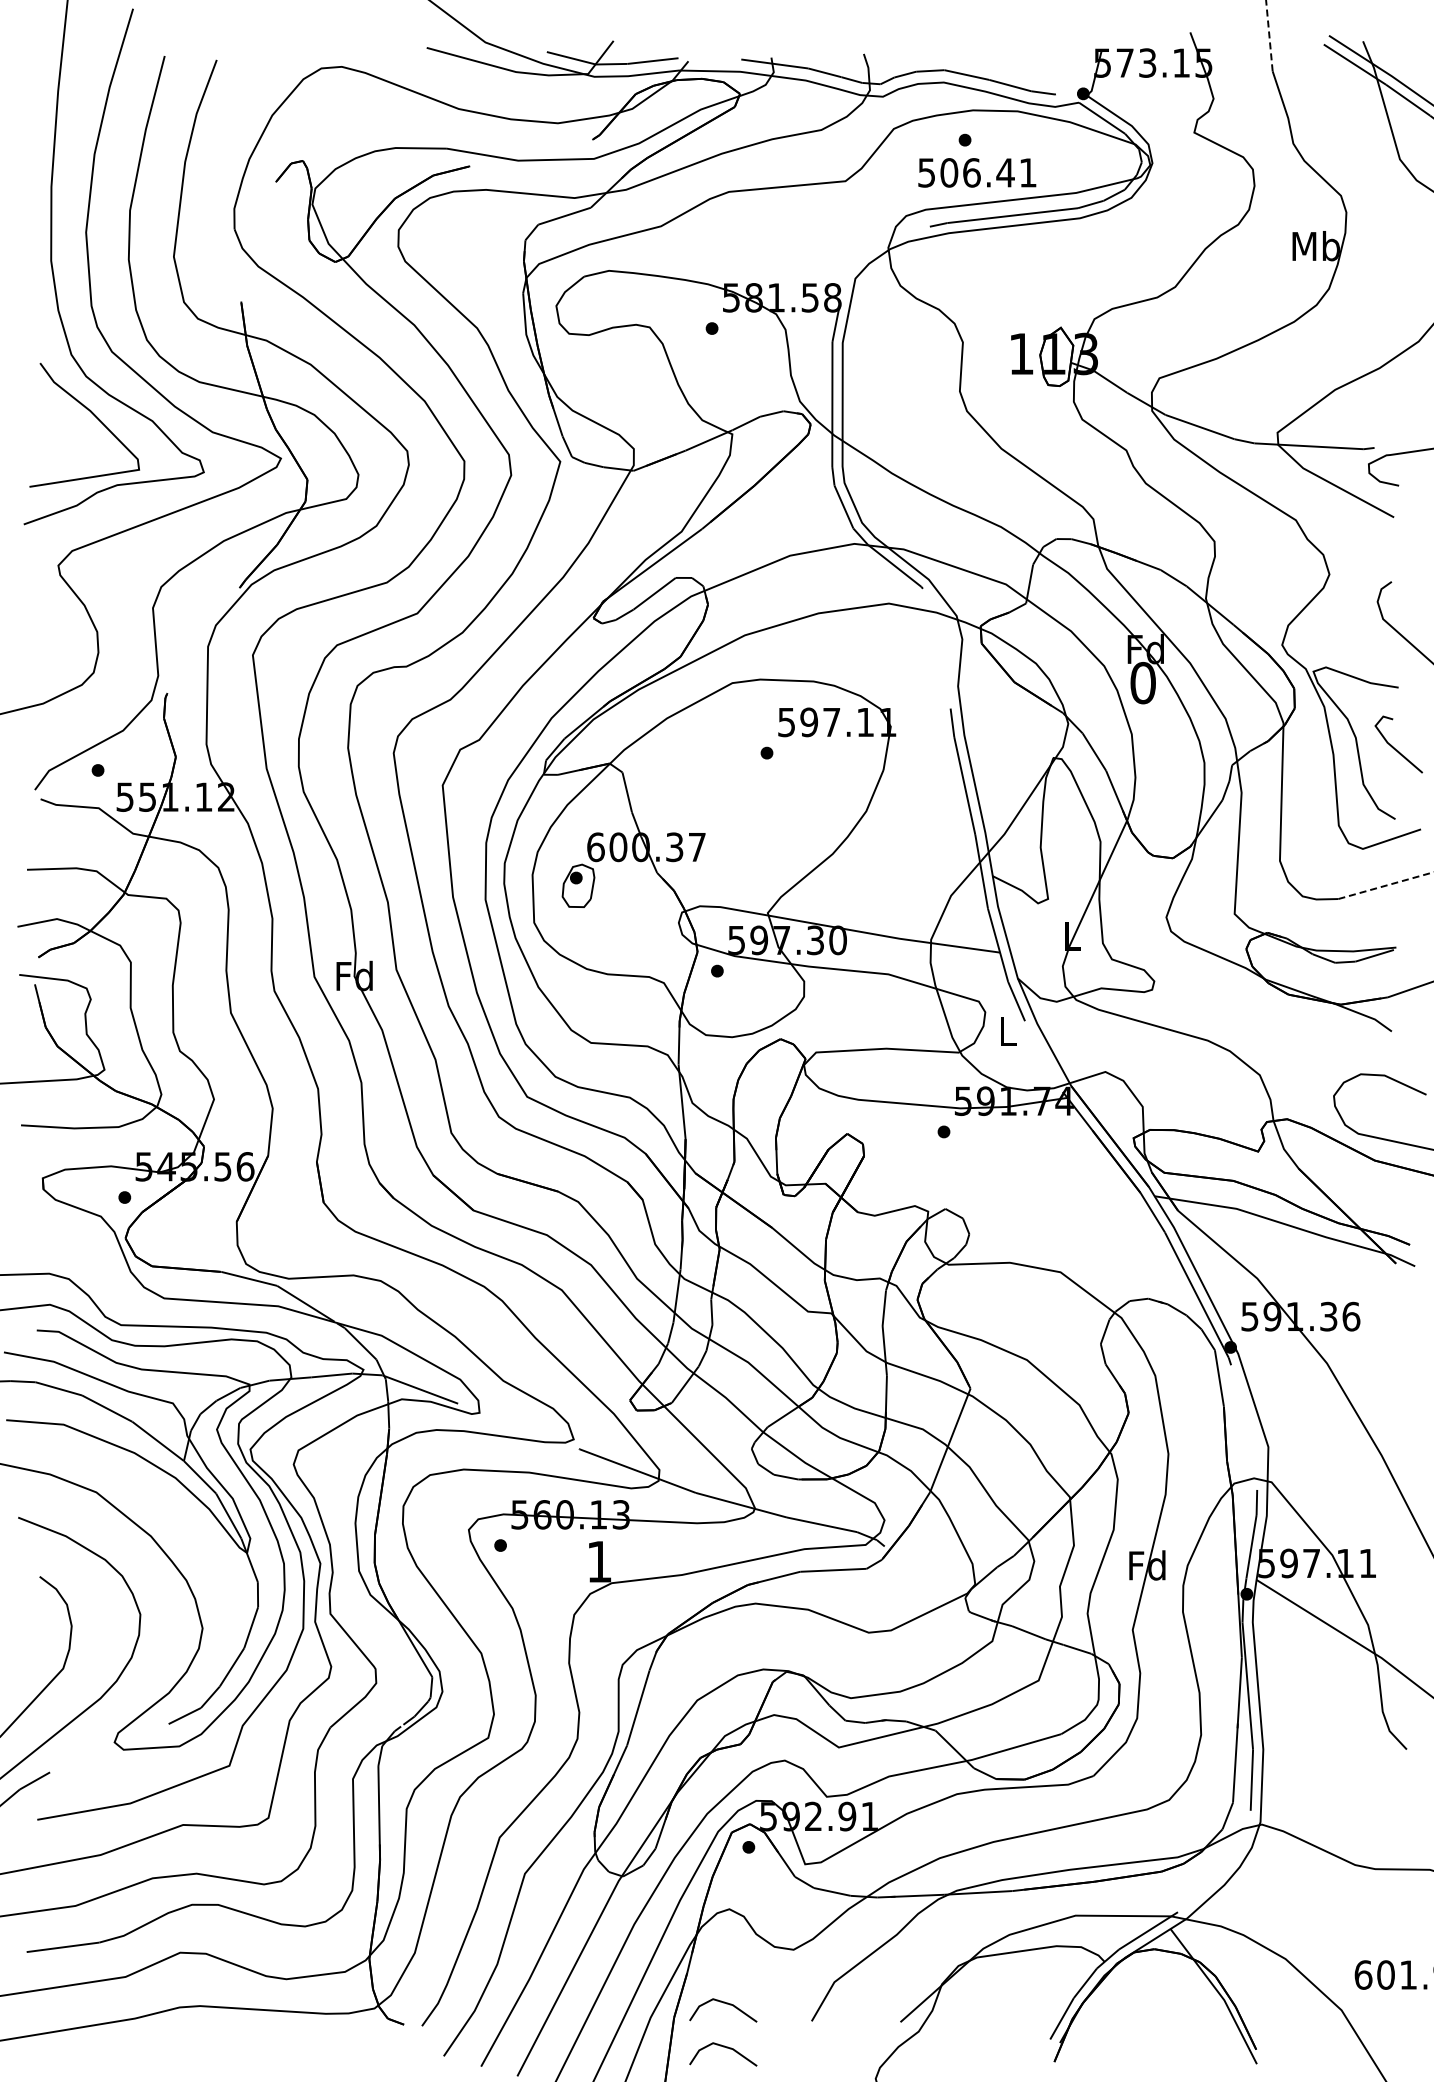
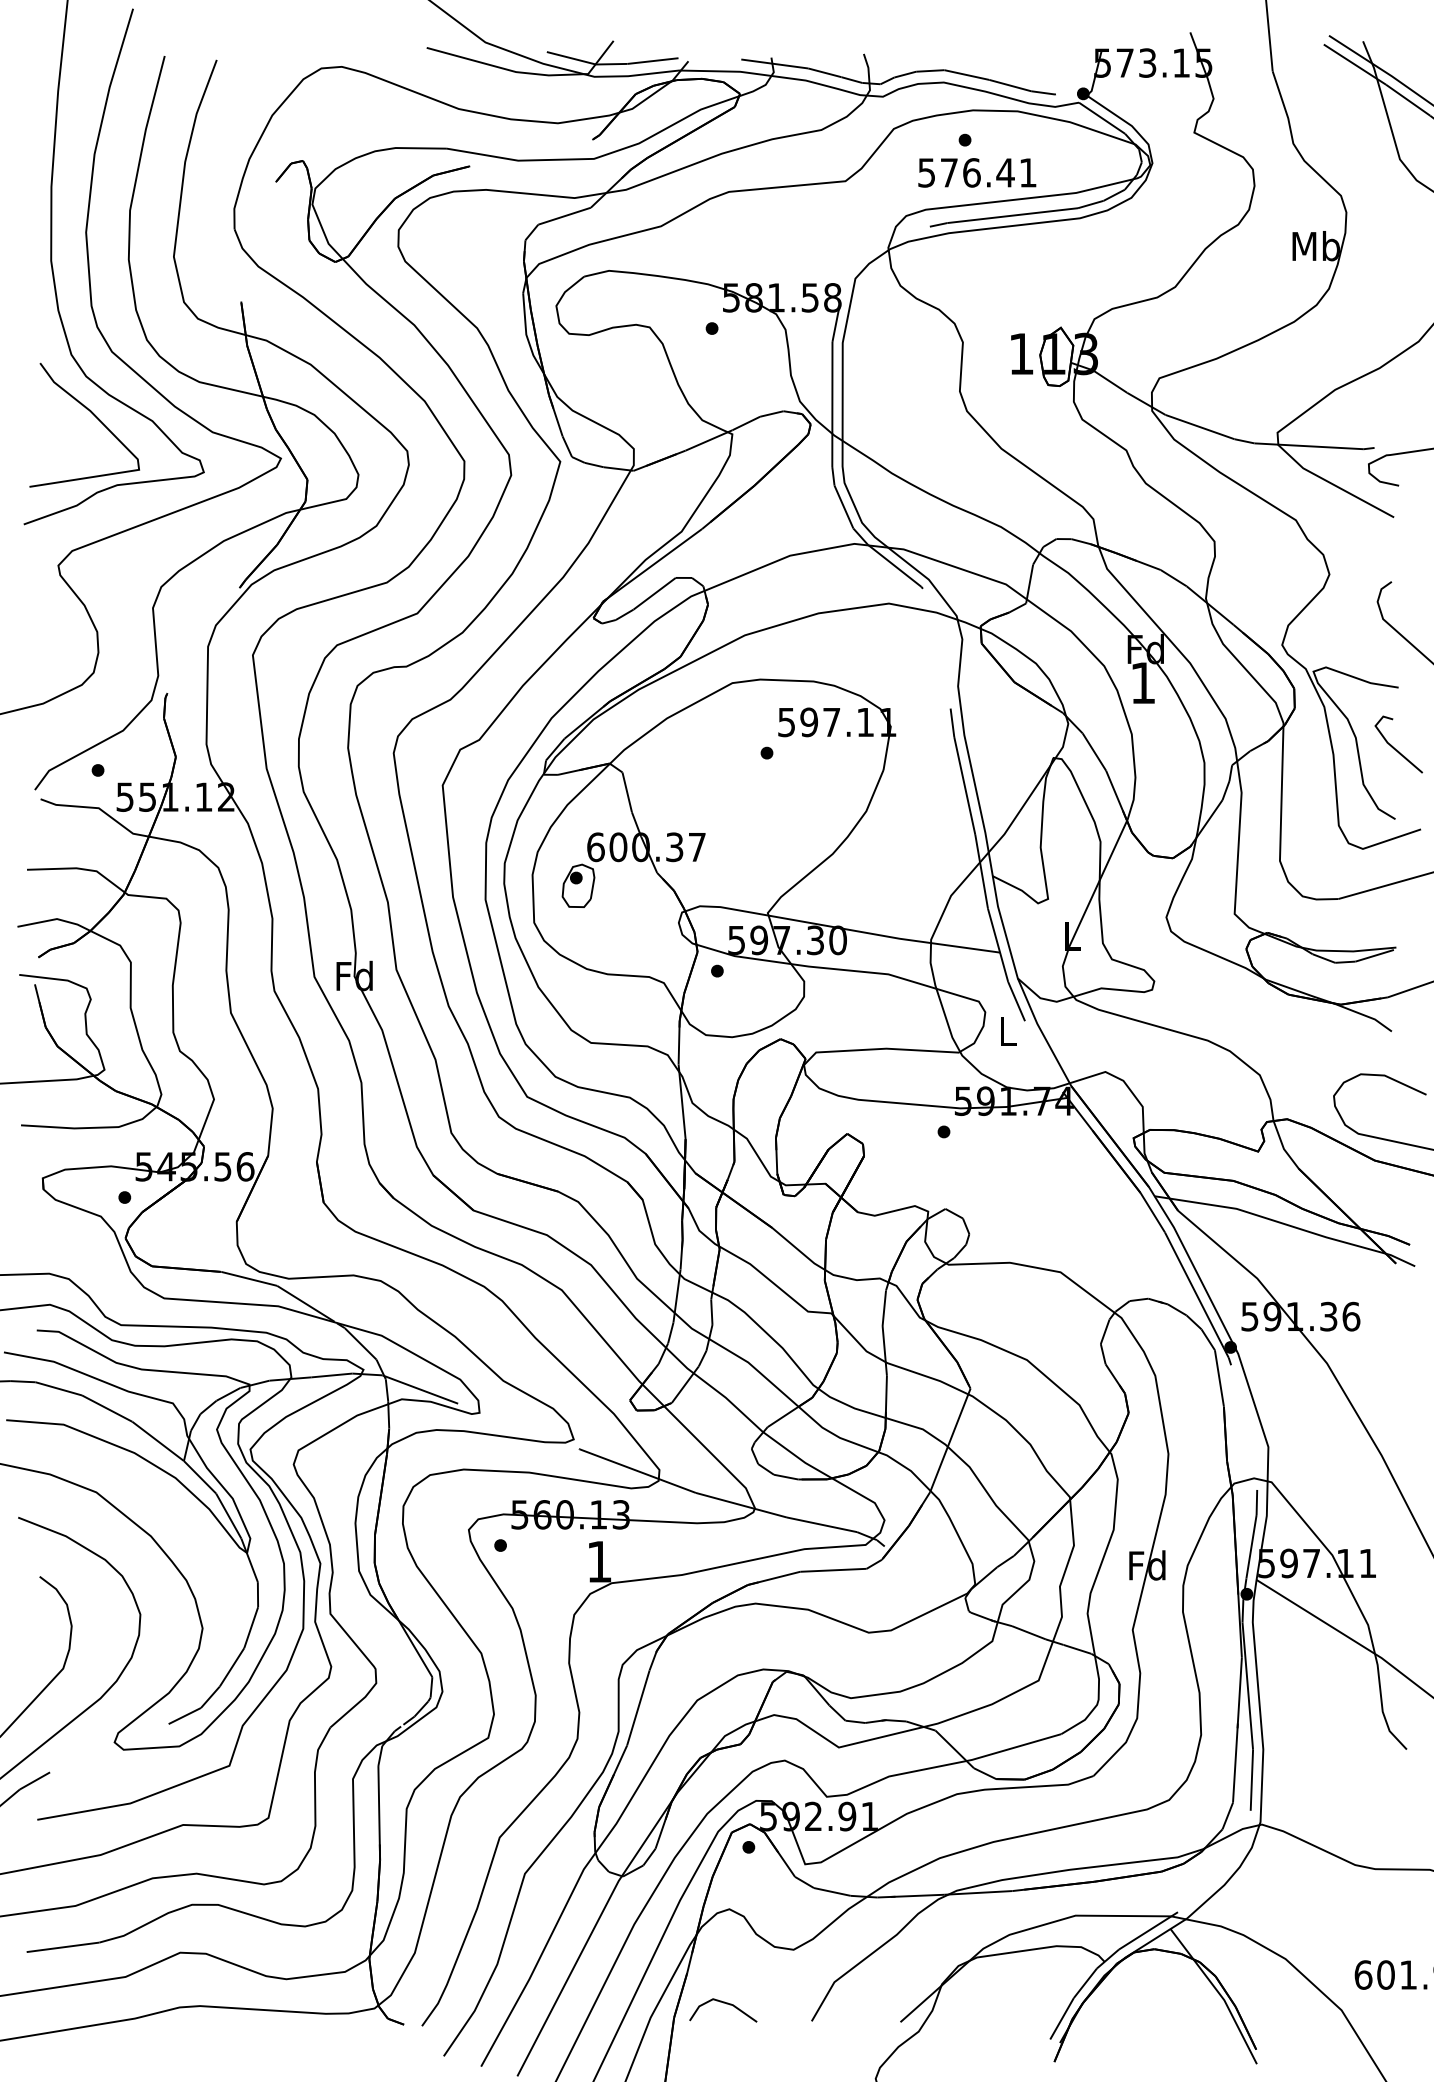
line at (1269, 35): dashed -> solid
text at (949, 172): 506.41 -> 576.41
text at (1142, 683): 0 -> 1
line at (1386, 885): dashed -> solid
line at (726, 2048): present -> none
